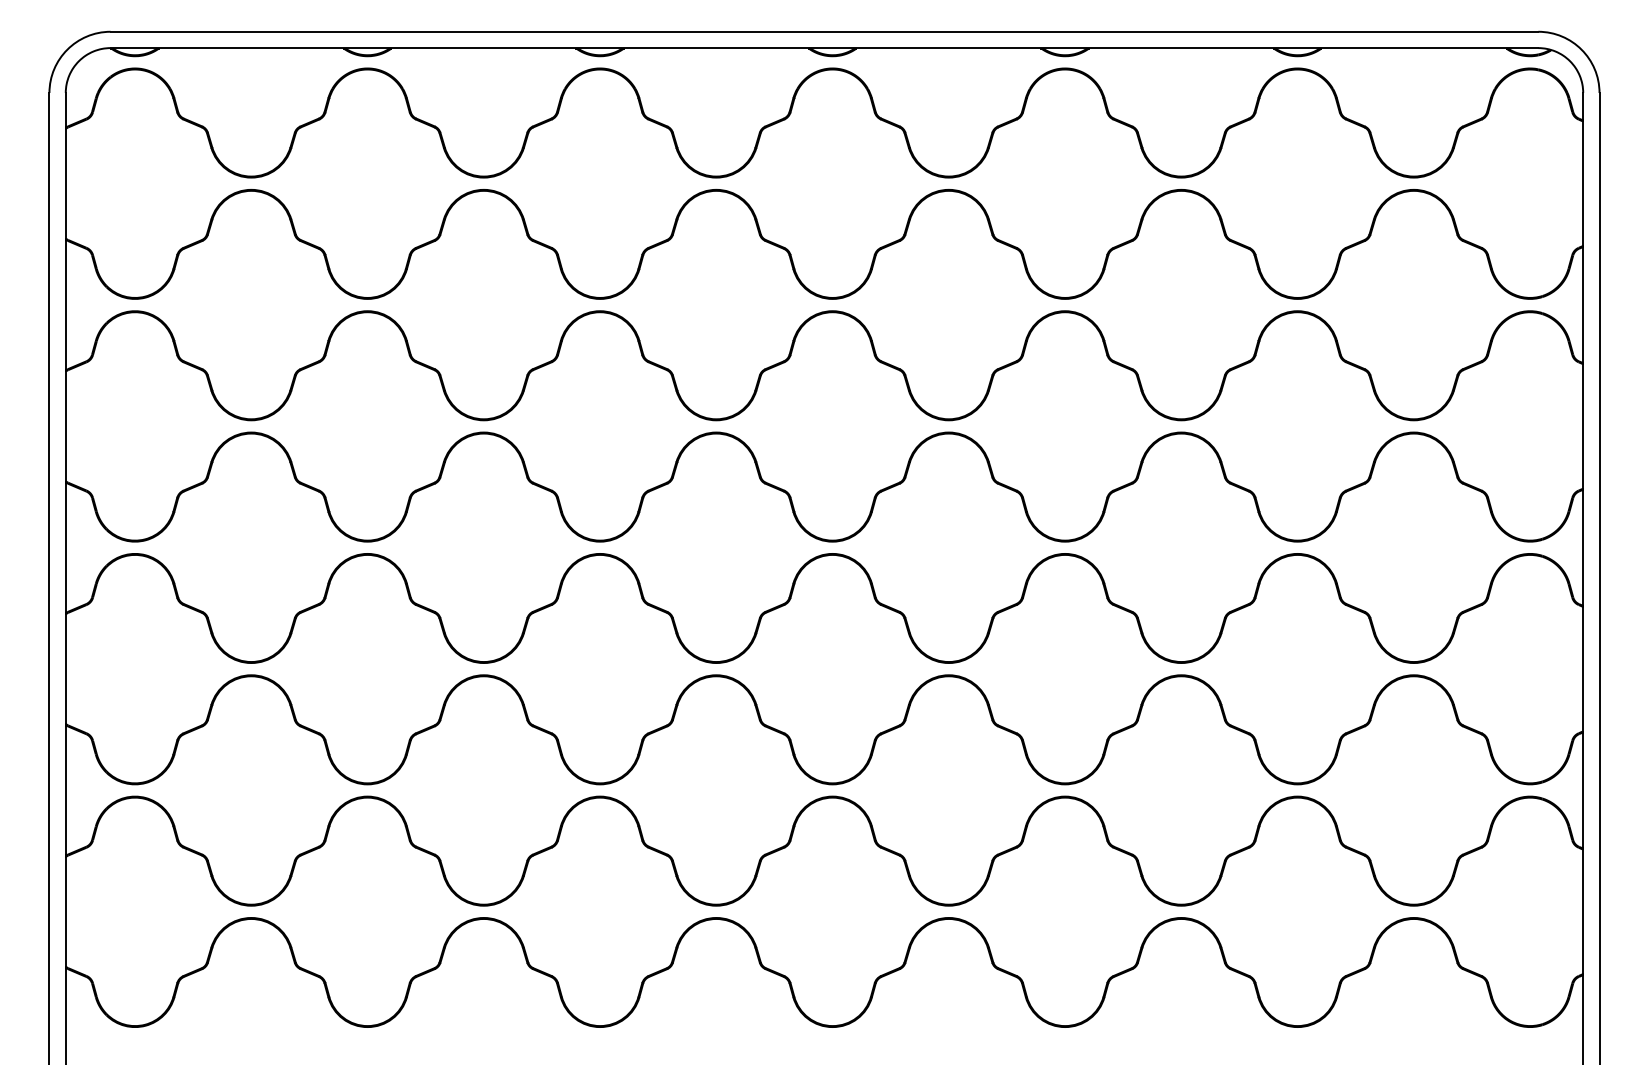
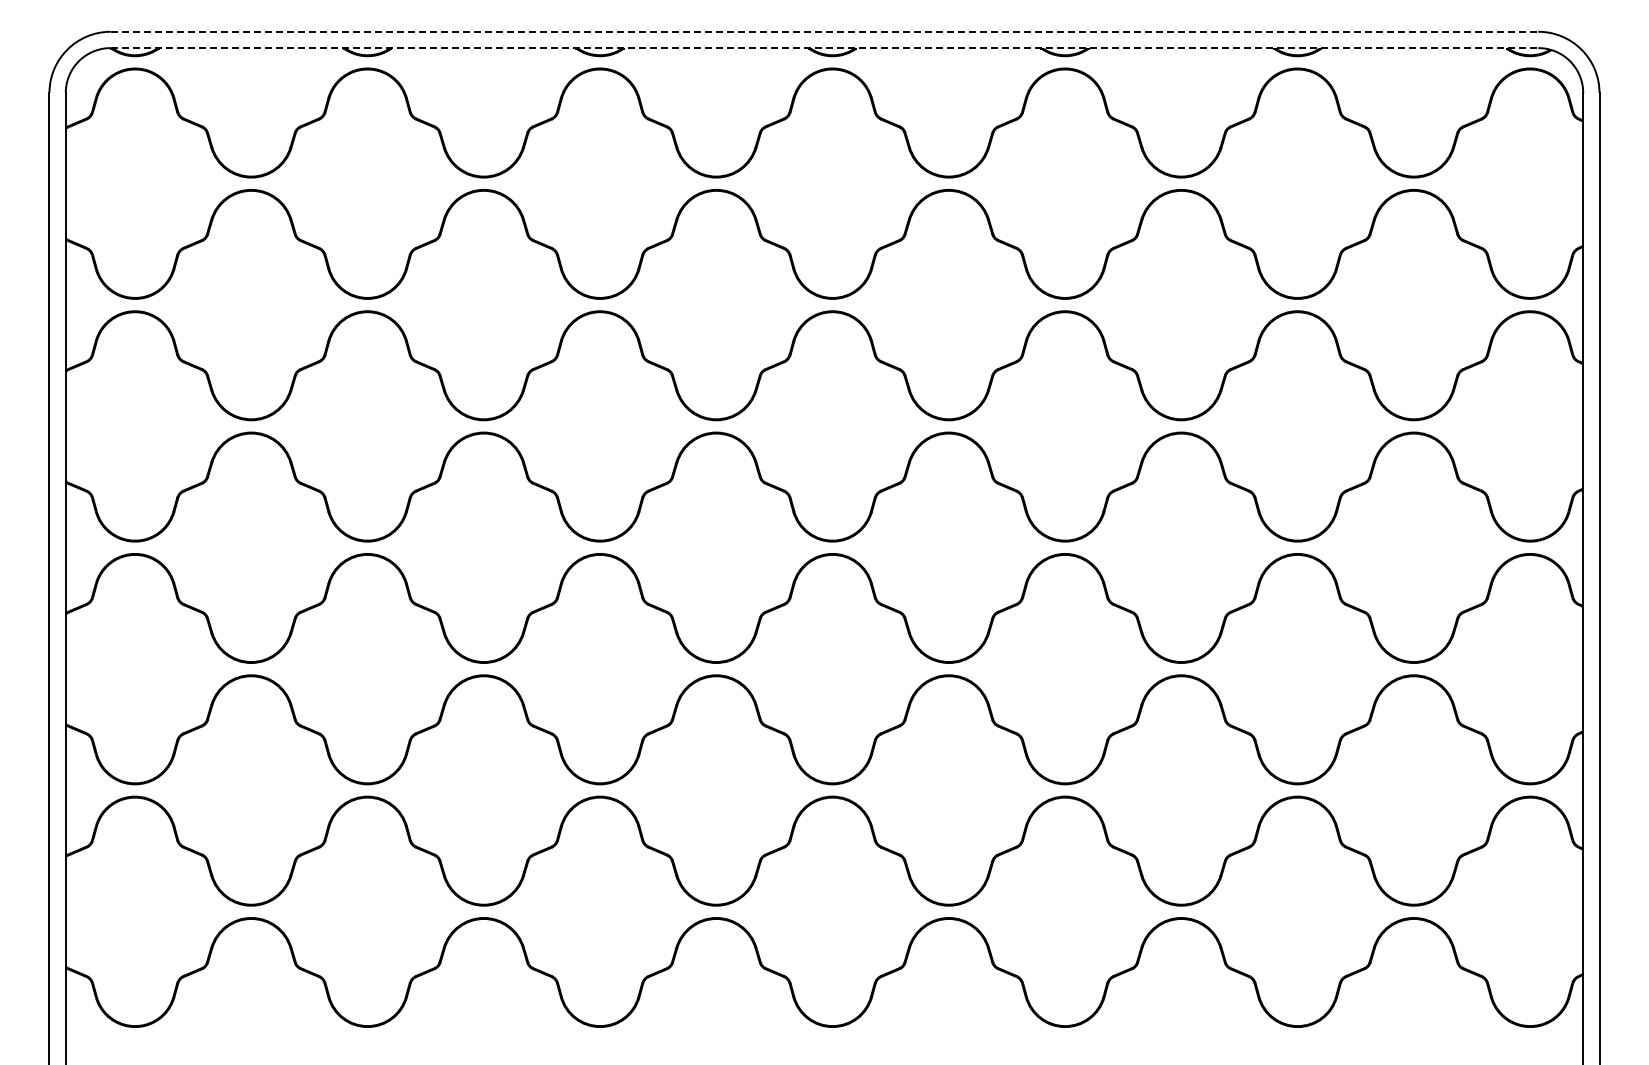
line at (824, 31): solid -> dashed
line at (824, 48): solid -> dashed
